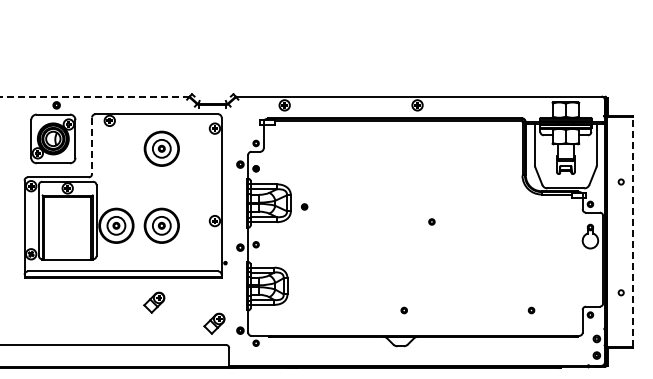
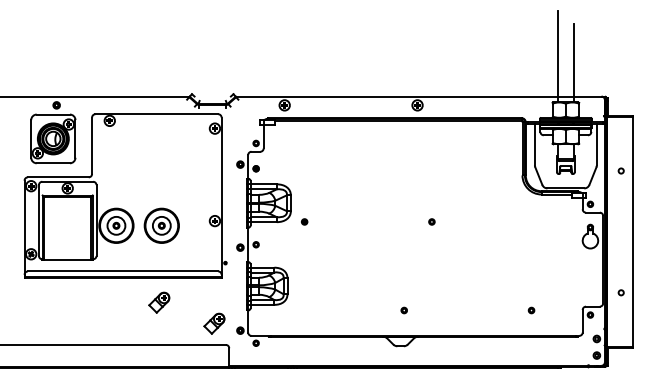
line at (557, 56): none -> present
line at (574, 63): none -> present
line at (94, 96): dashed -> solid
line at (92, 146): dashed -> solid
part at (161, 148): present -> none
circle at (620, 181) position: (620, 181) -> (620, 170)
part at (304, 206) position: (304, 206) -> (304, 221)
line at (633, 231): dashed -> solid
part at (154, 302) position: (154, 302) -> (159, 302)
